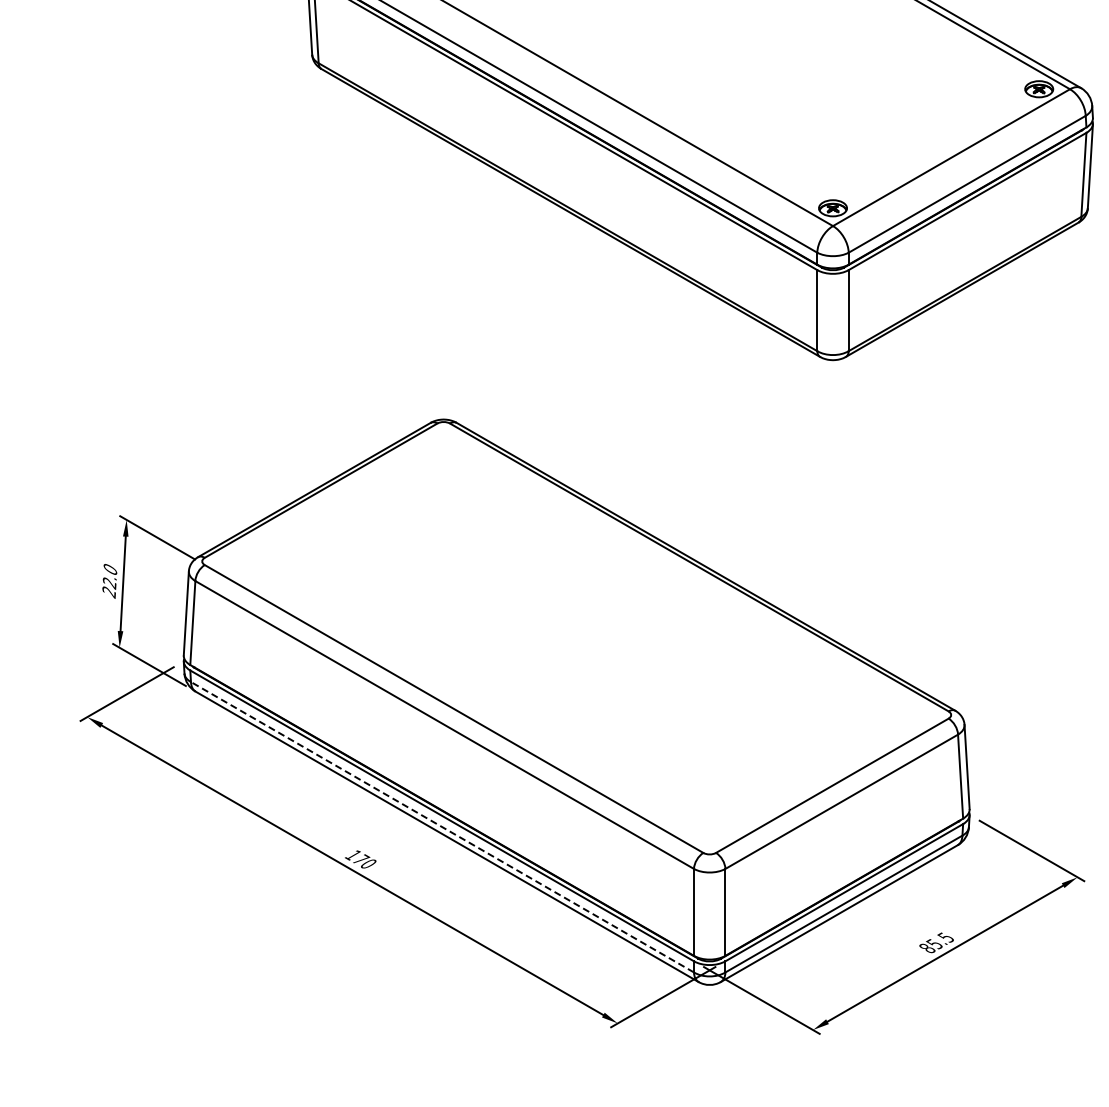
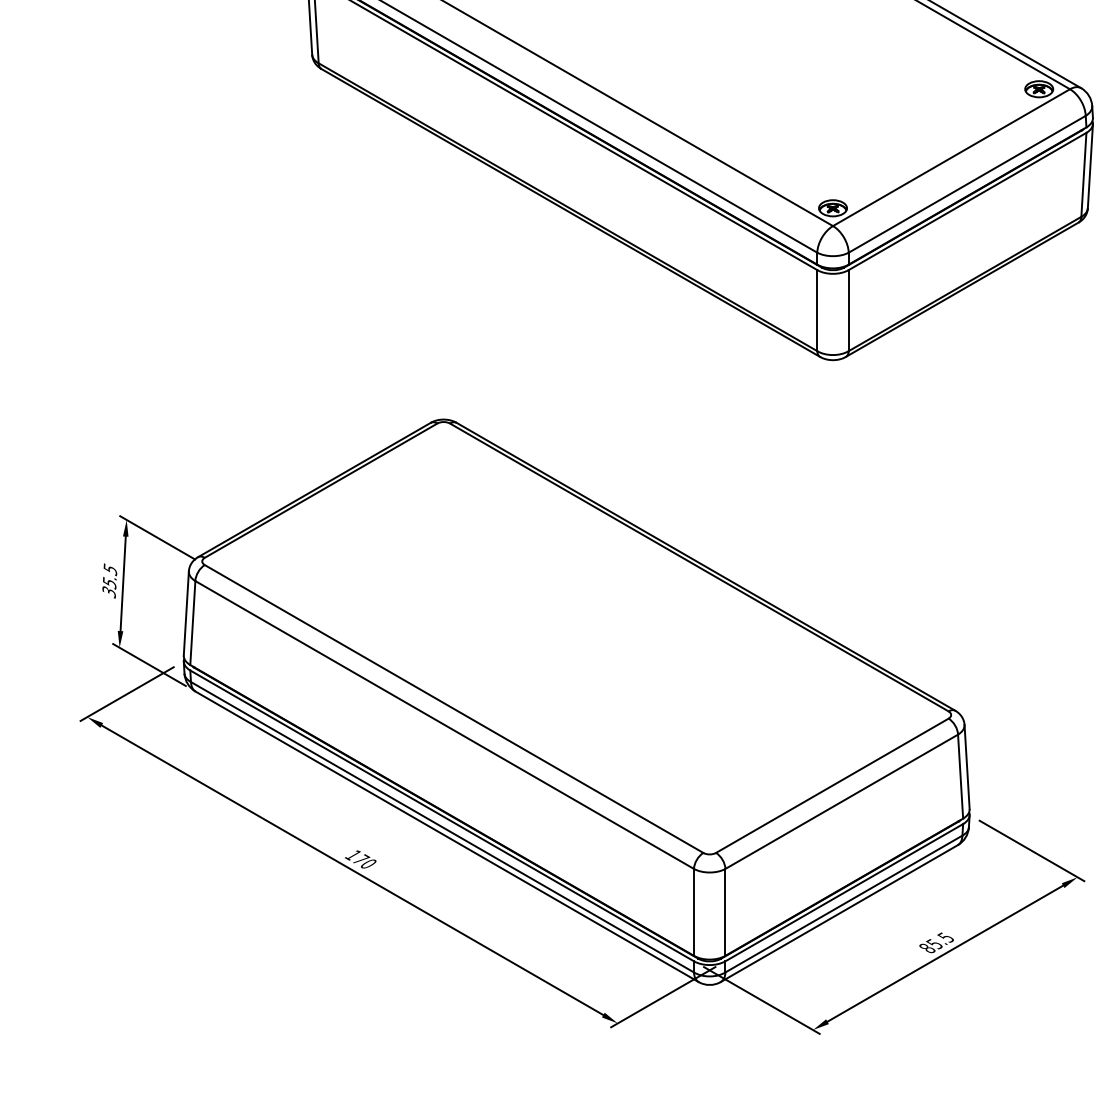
text at (109, 580): 22.0 -> 35.5
line at (442, 826): dashed -> solid
